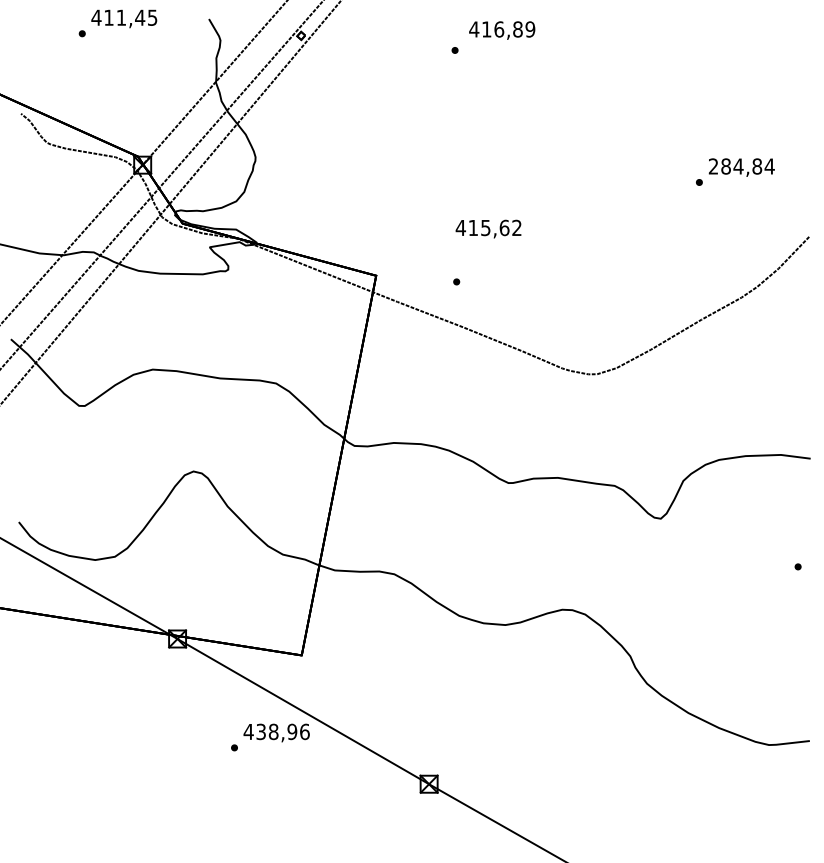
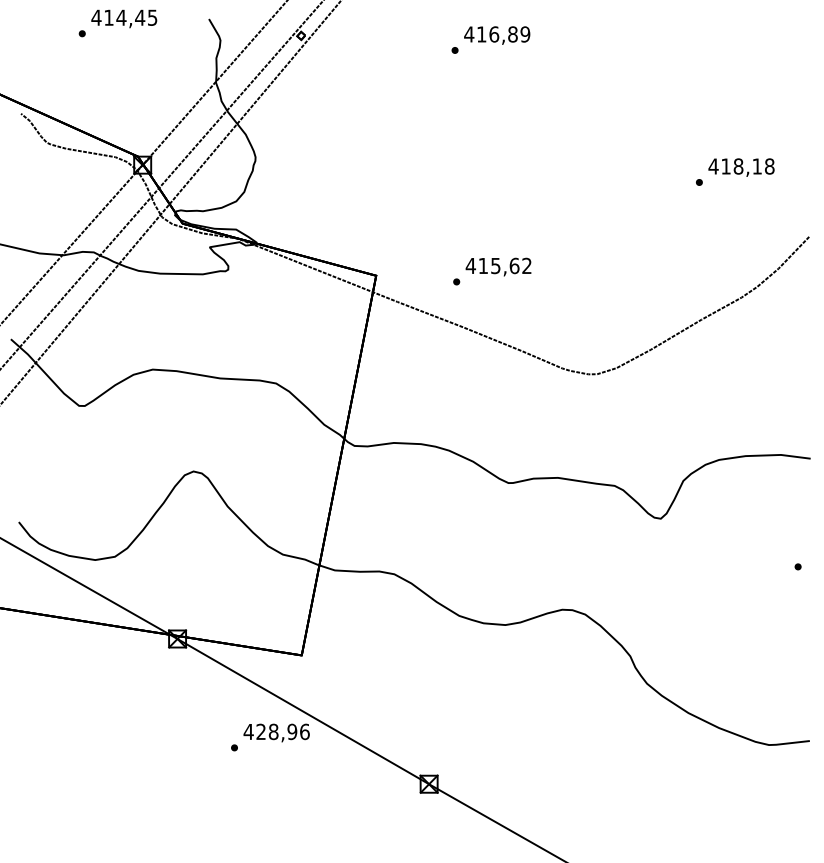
text at (121, 17): 411,45 -> 414,45
text at (502, 30) position: (502, 30) -> (497, 35)
text at (741, 166): 284,84 -> 418,18
text at (488, 228) position: (488, 228) -> (498, 266)
text at (260, 732): 438,96 -> 428,96
